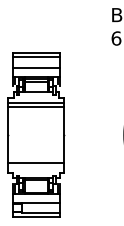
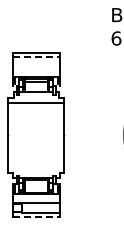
line at (36, 57): solid -> dashed
line at (35, 67): present -> none
line at (36, 107): present -> none
line at (36, 163): present -> none
line at (36, 217): solid -> dashed
